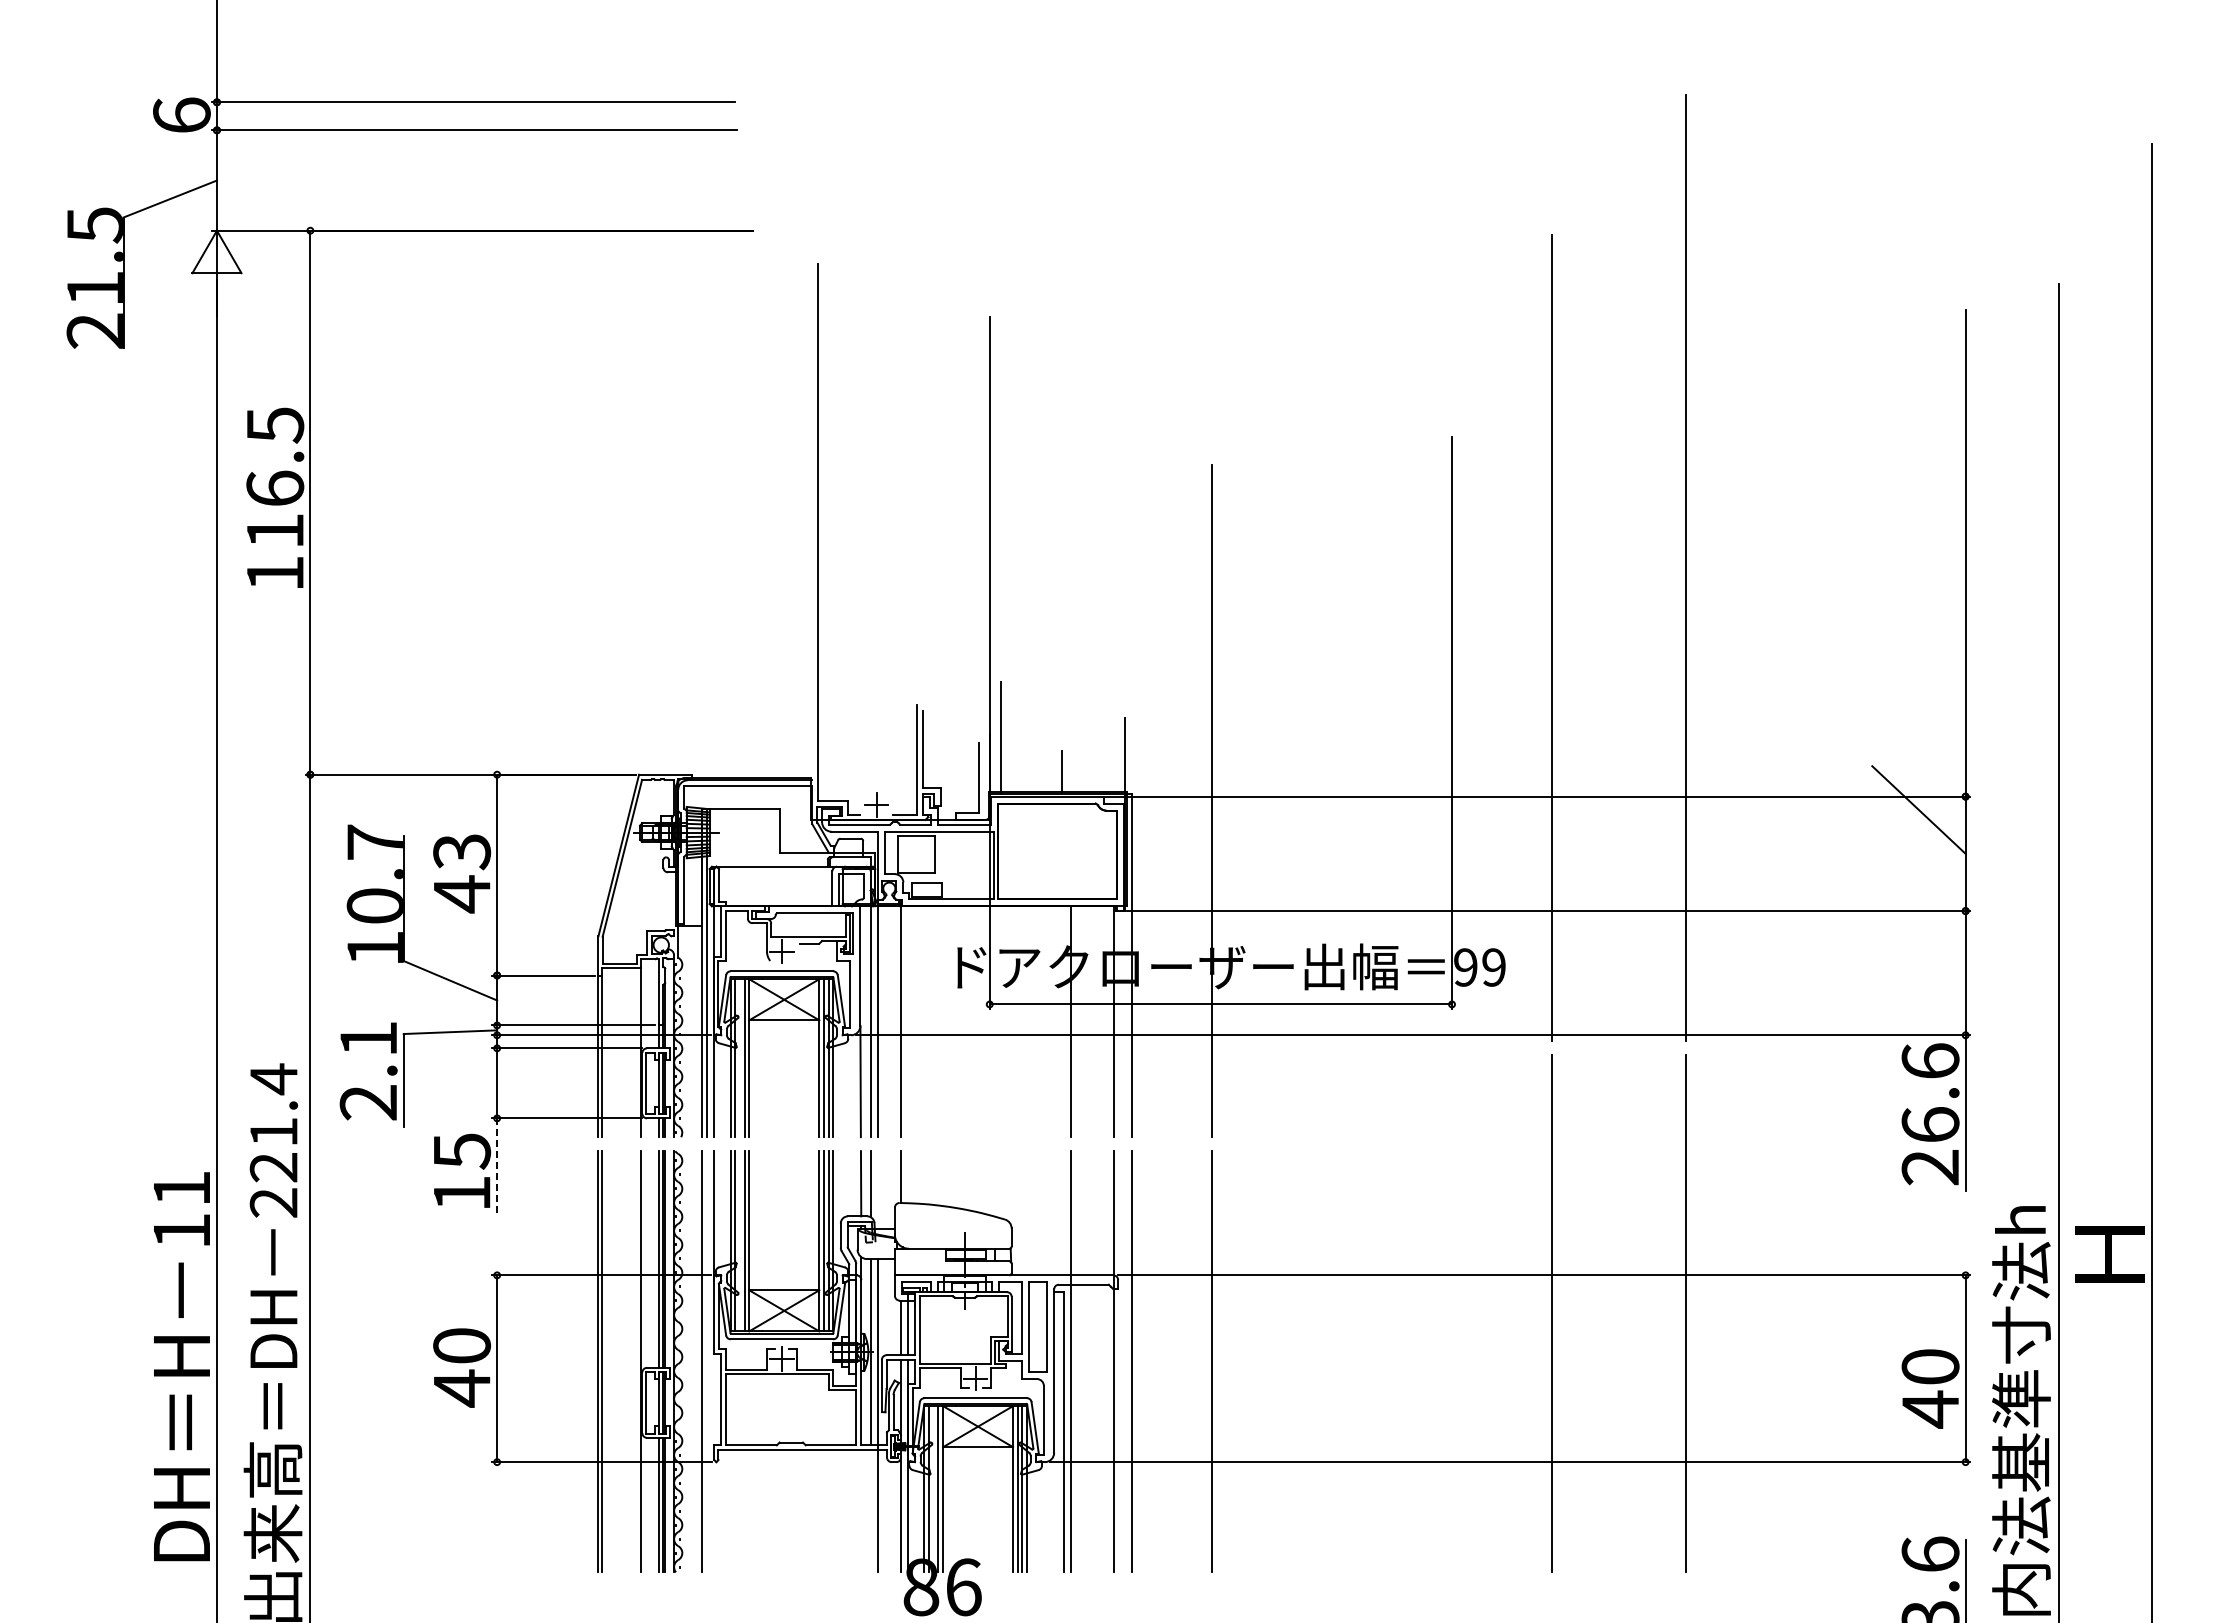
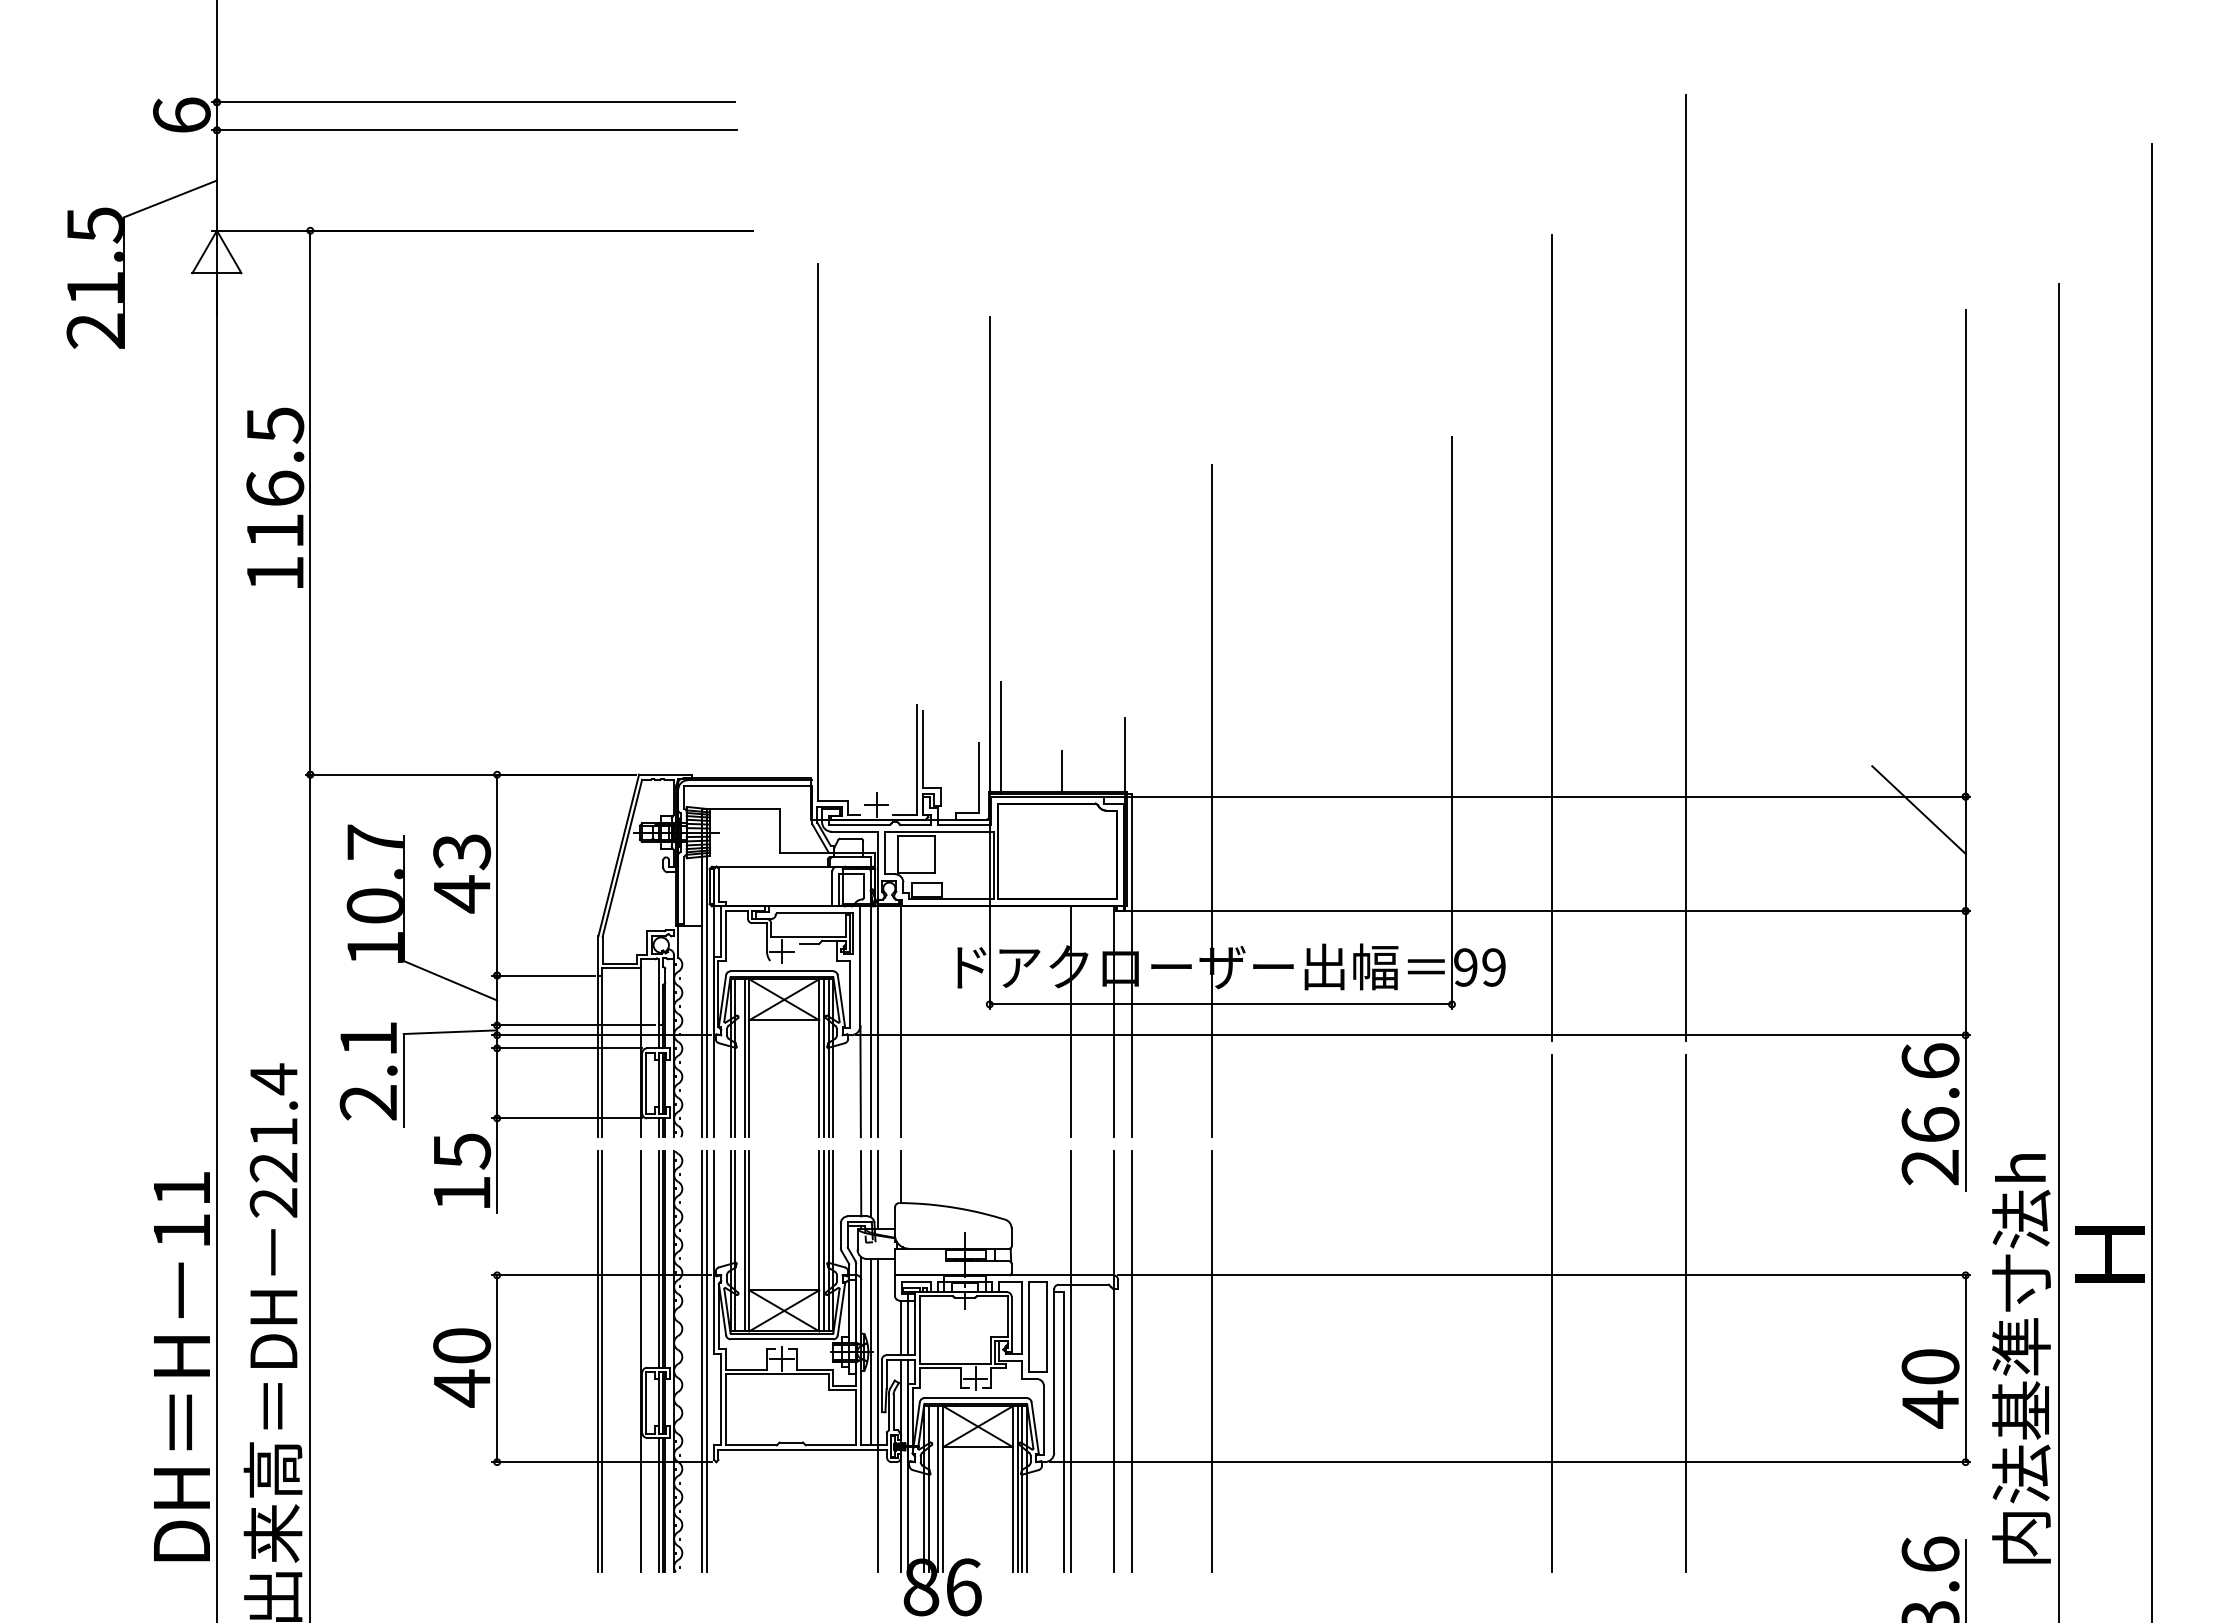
line at (497, 1166): dashed -> solid
line at (877, 1190): none -> present
line at (707, 1361): none -> present
text at (2021, 1410) position: (2021, 1410) -> (2021, 1358)
